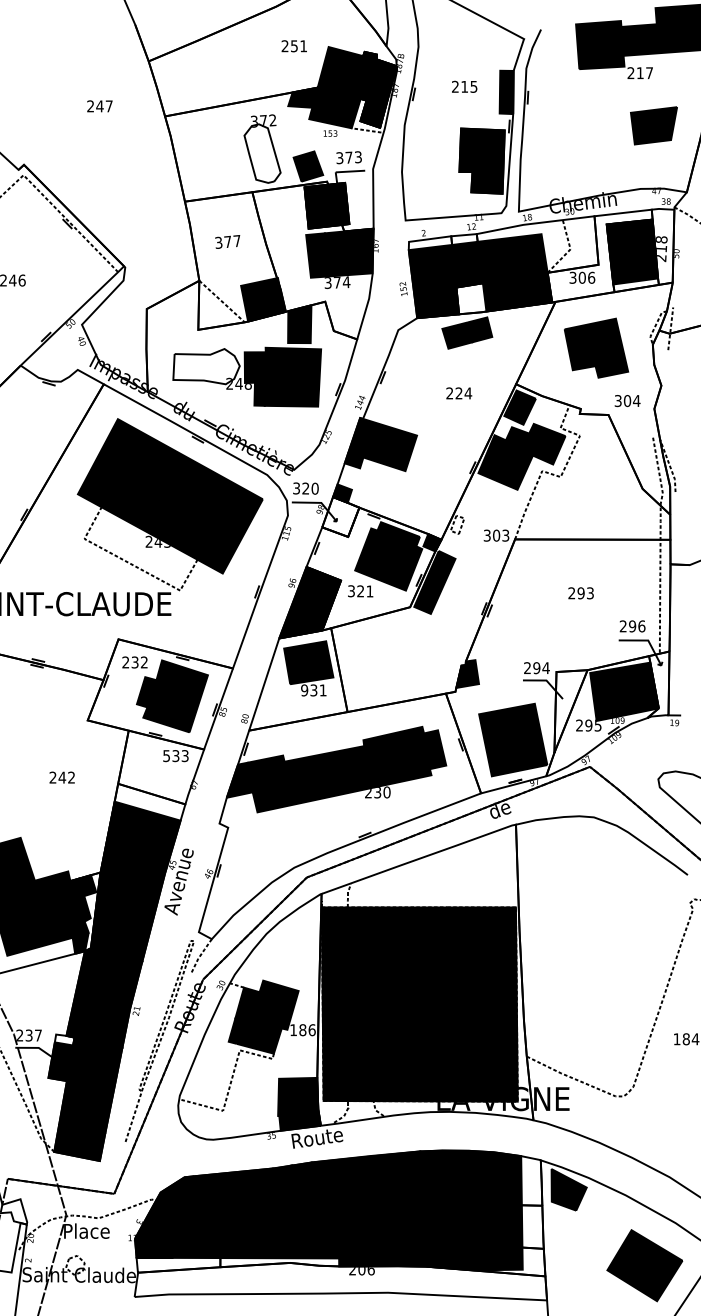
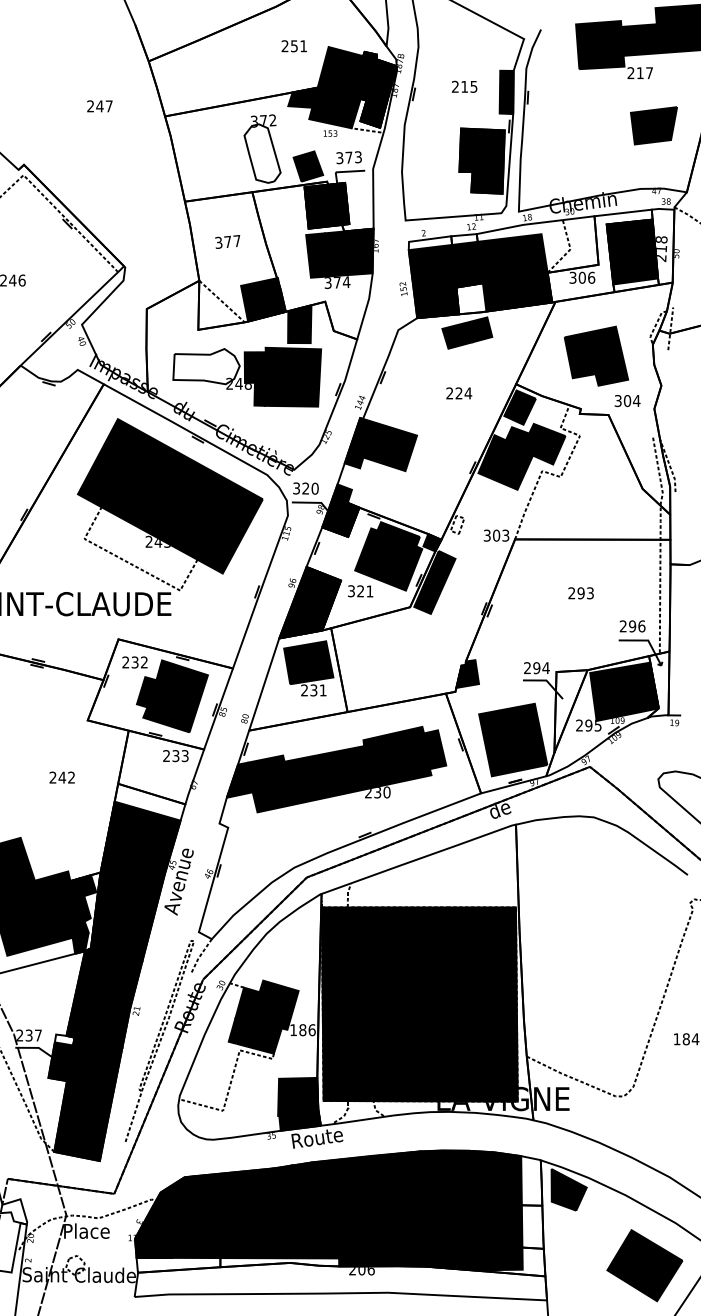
part at (596, 347) position: (596, 347) -> (596, 355)
fill at (340, 516): none -> present
text at (304, 690): 931 -> 231
text at (166, 756): 533 -> 233
